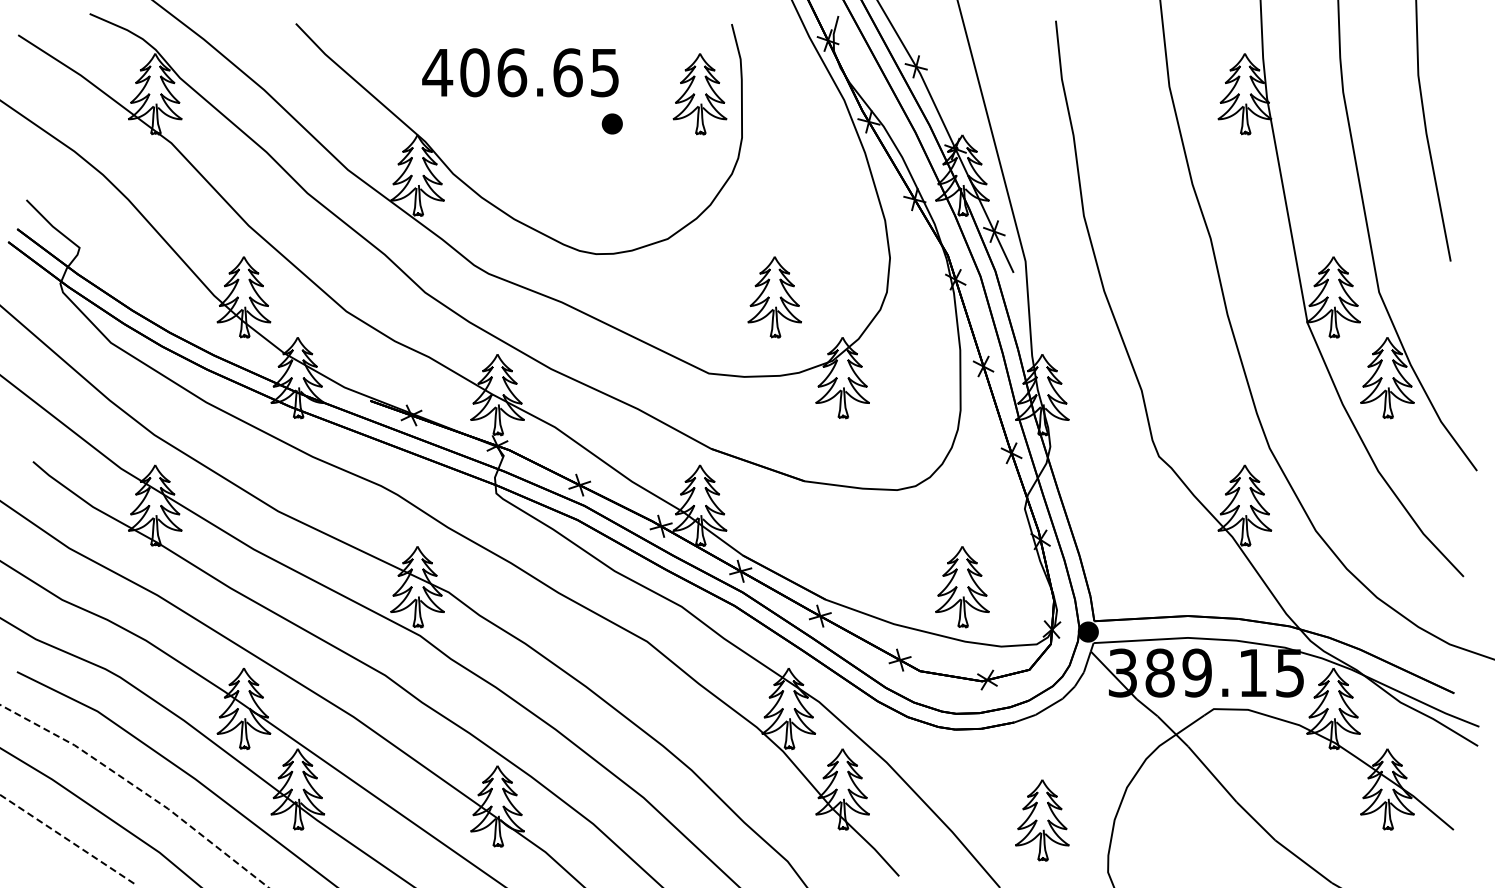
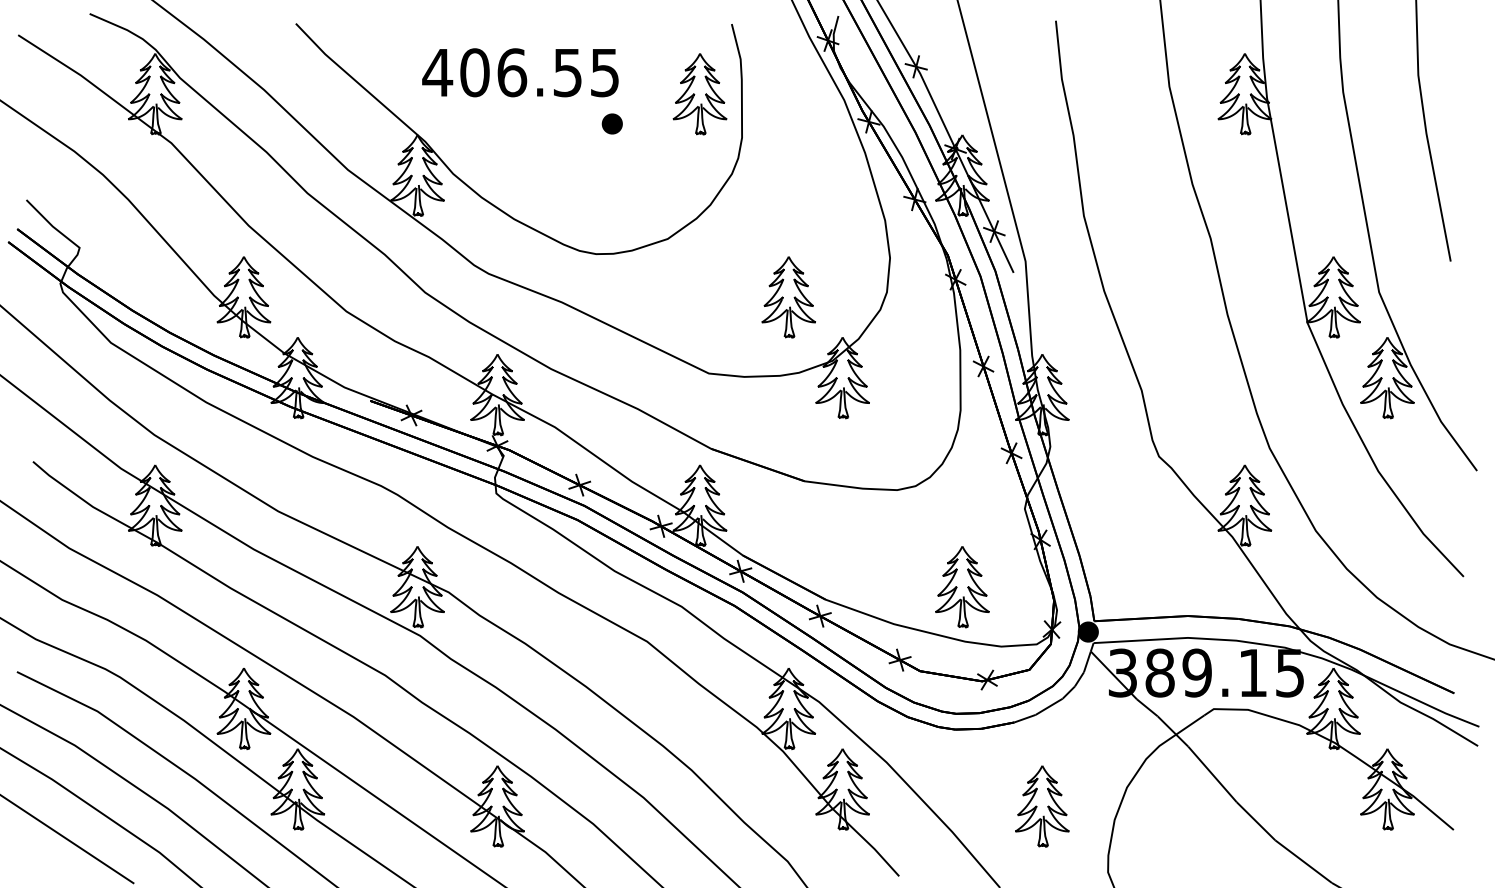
text at (567, 72): 406.65 -> 406.55
part at (774, 297) position: (774, 297) -> (788, 297)
line at (139, 789): dashed -> solid
part at (1042, 820) position: (1042, 820) -> (1042, 806)
line at (66, 838): dashed -> solid
